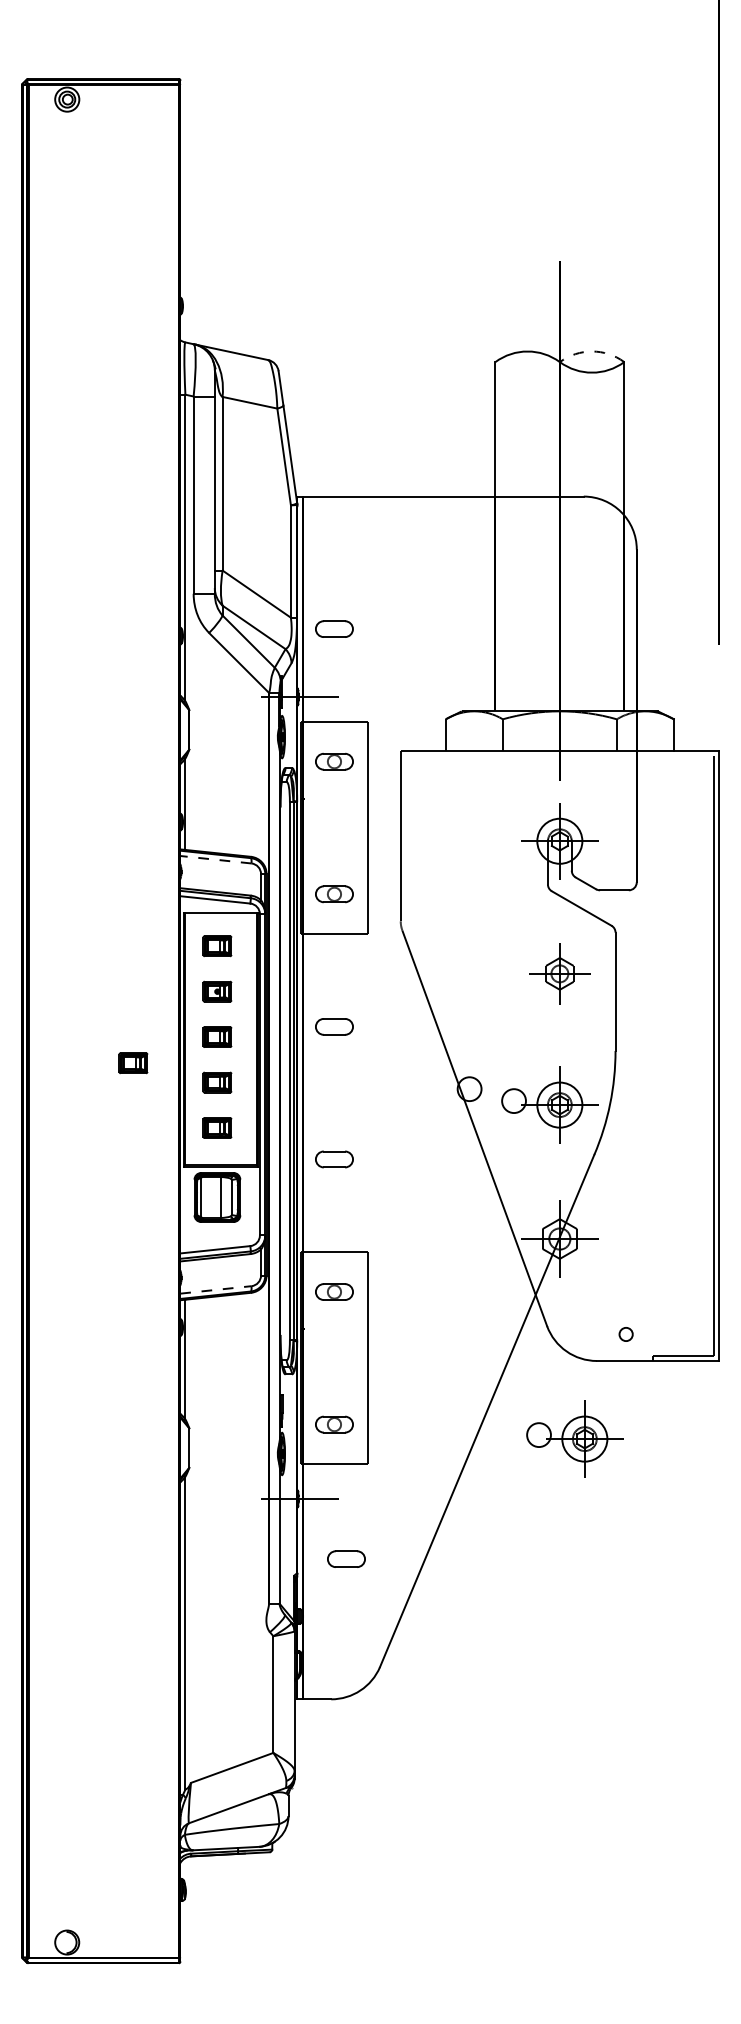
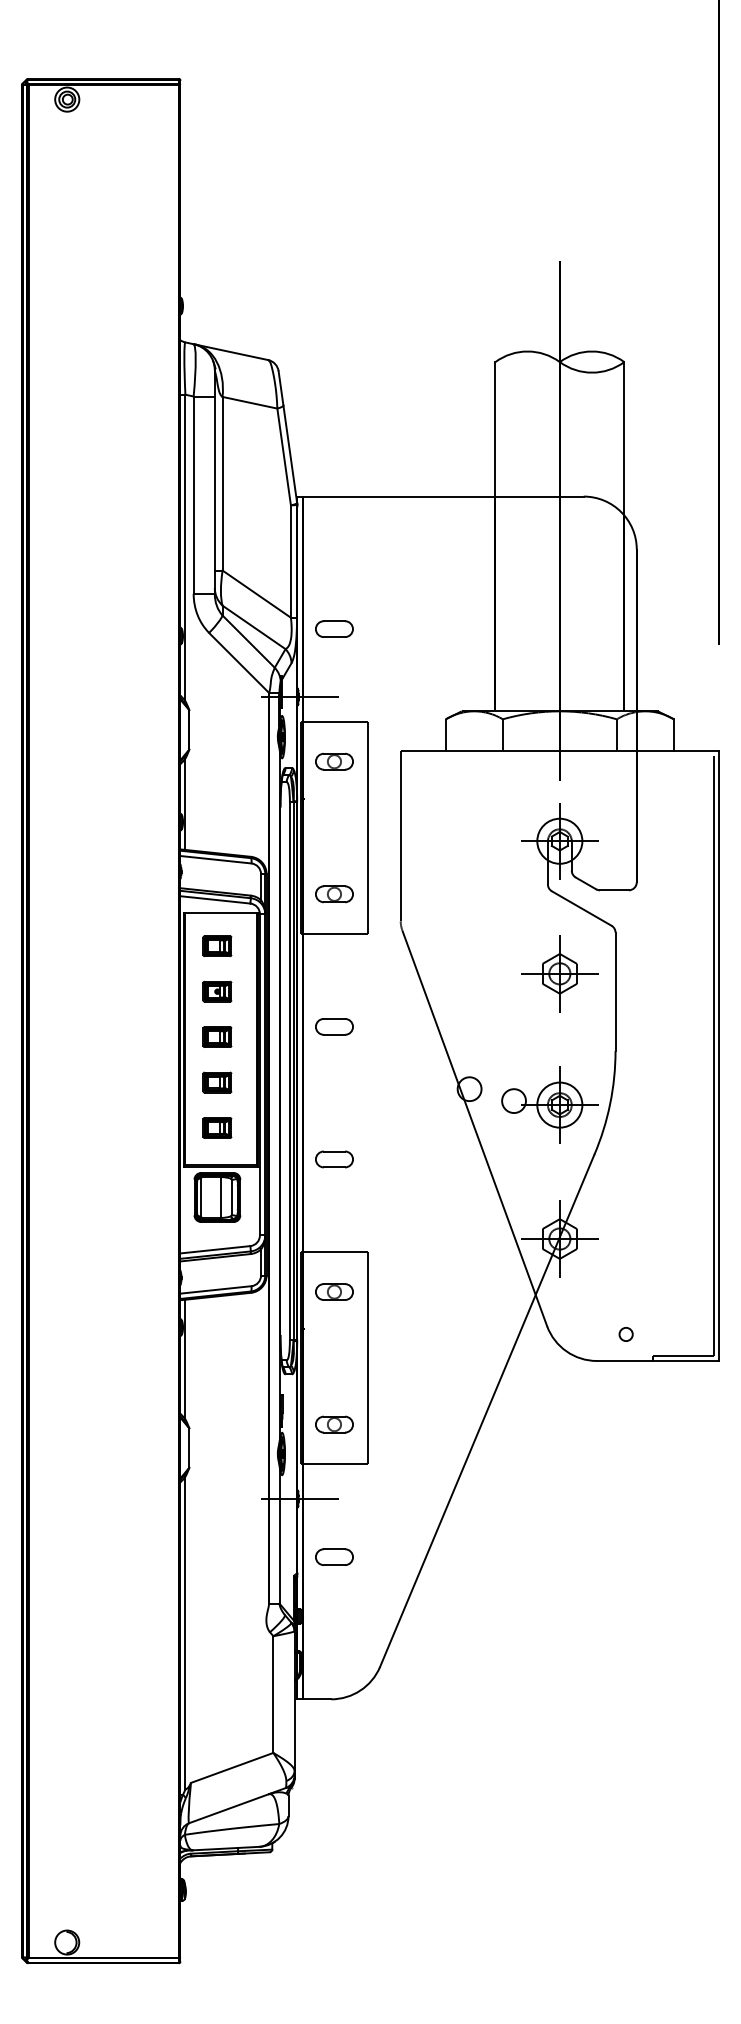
arc at (592, 351): dashed -> solid
line at (215, 859): dashed -> solid
part at (559, 973) size: 62x62 px -> 78x78 px
part at (133, 1063): present -> none
line at (215, 1289): dashed -> solid
part at (574, 1438): present -> none
part at (346, 1558) position: (346, 1558) -> (334, 1556)
